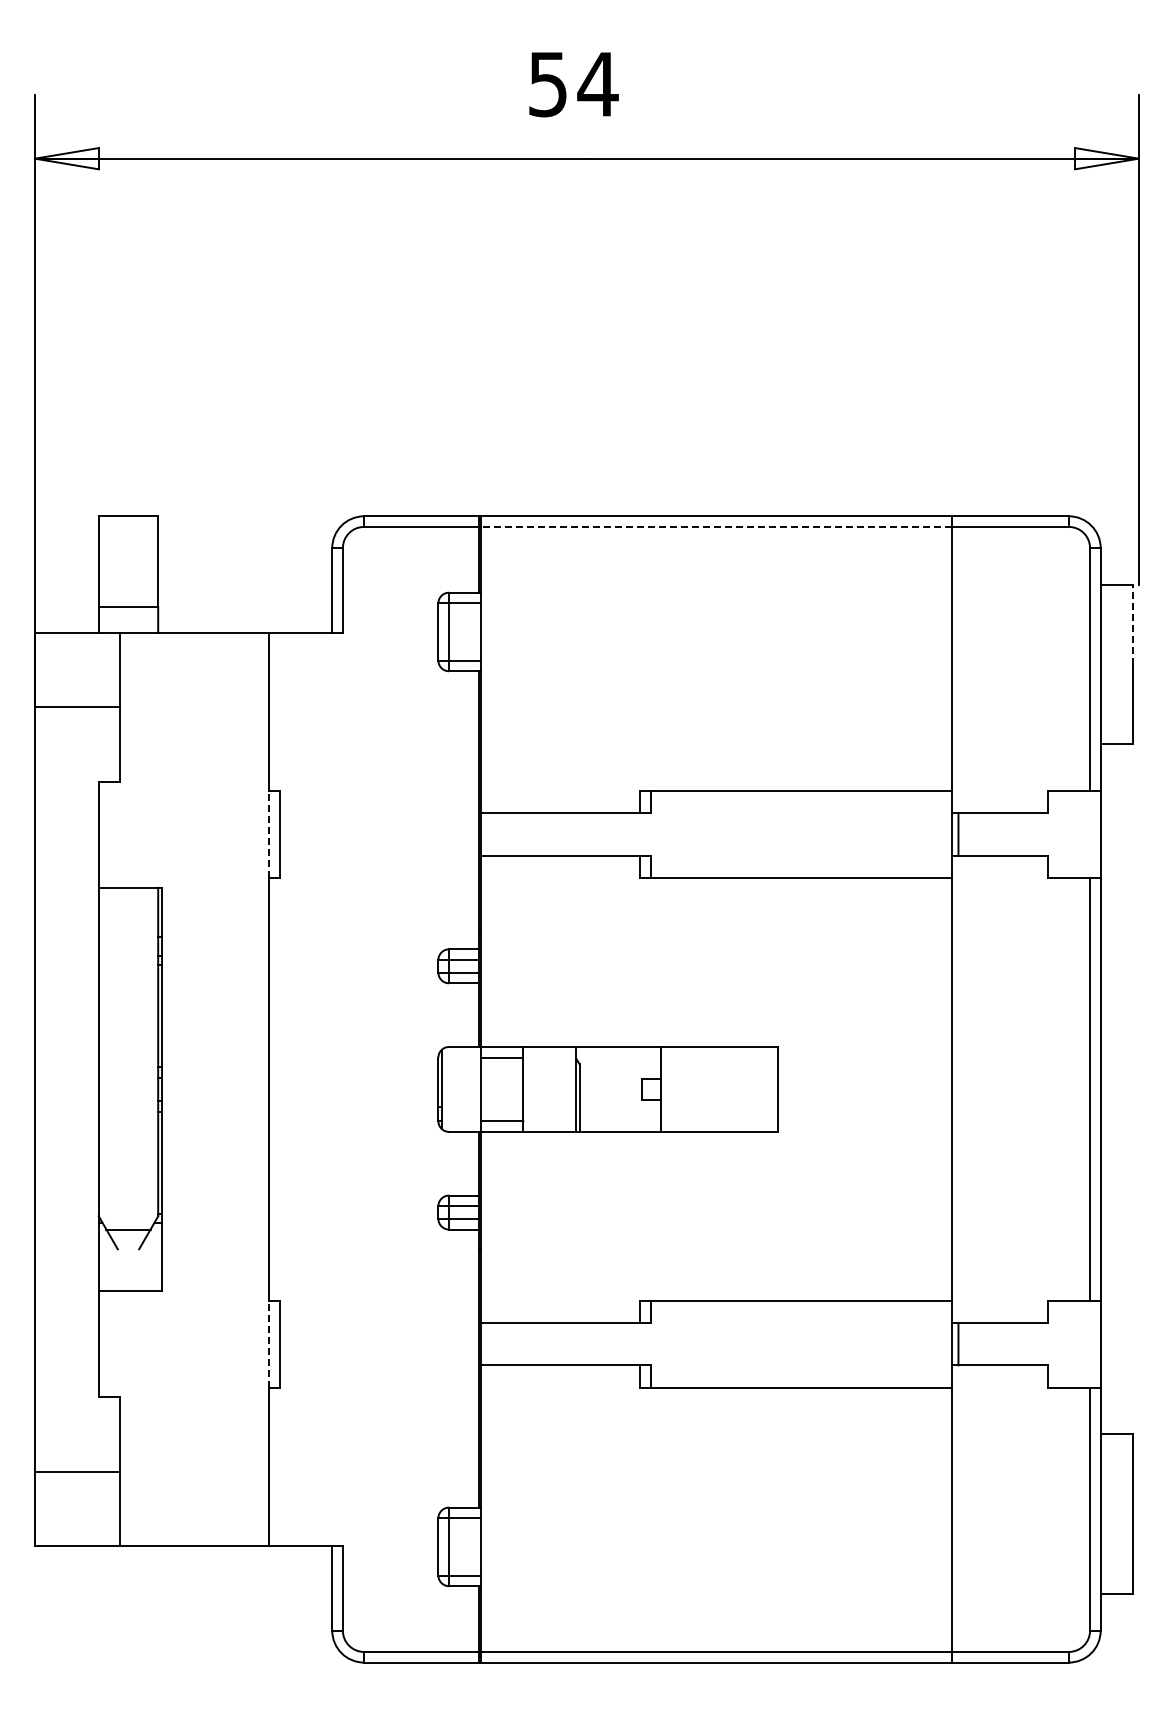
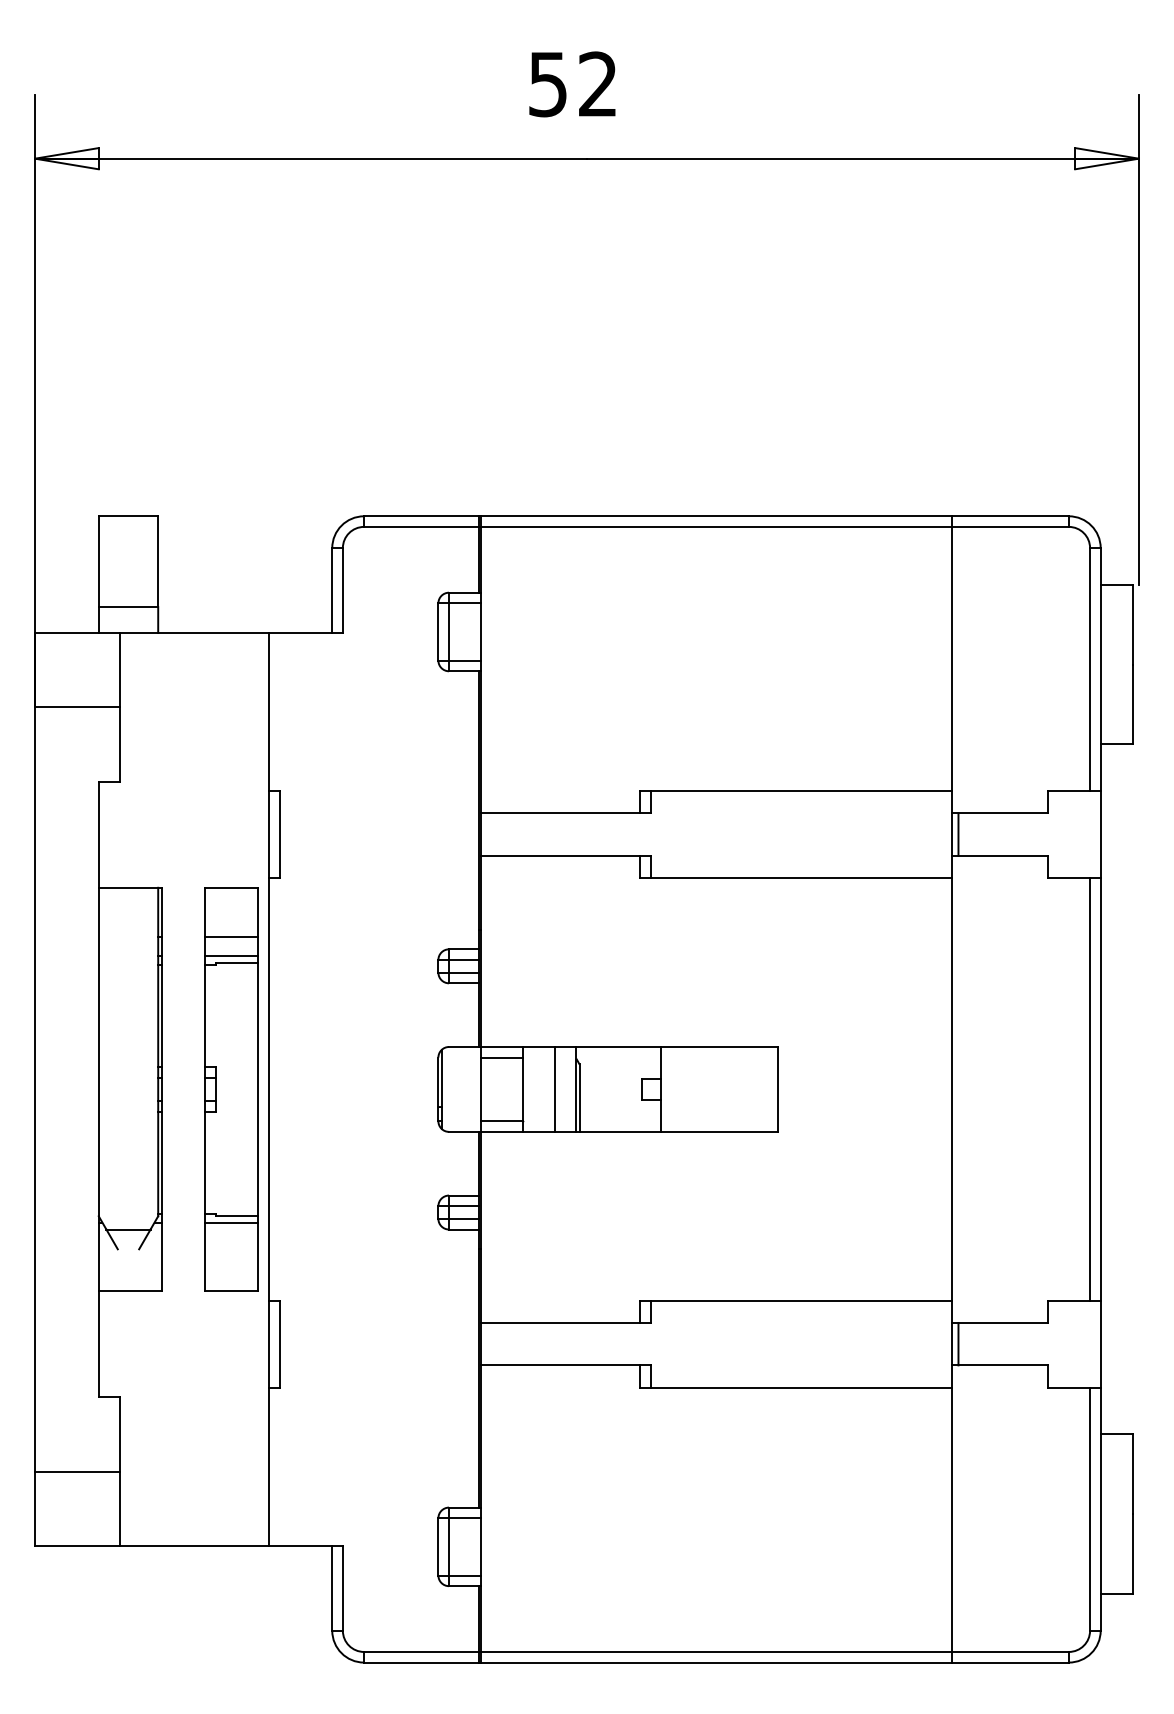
text at (597, 83): 54 -> 52
line at (716, 526): dashed -> solid
line at (1132, 625): dashed -> solid
line at (268, 834): dashed -> solid
line at (555, 1088): none -> present
part at (231, 1089): none -> present
line at (268, 1344): dashed -> solid
